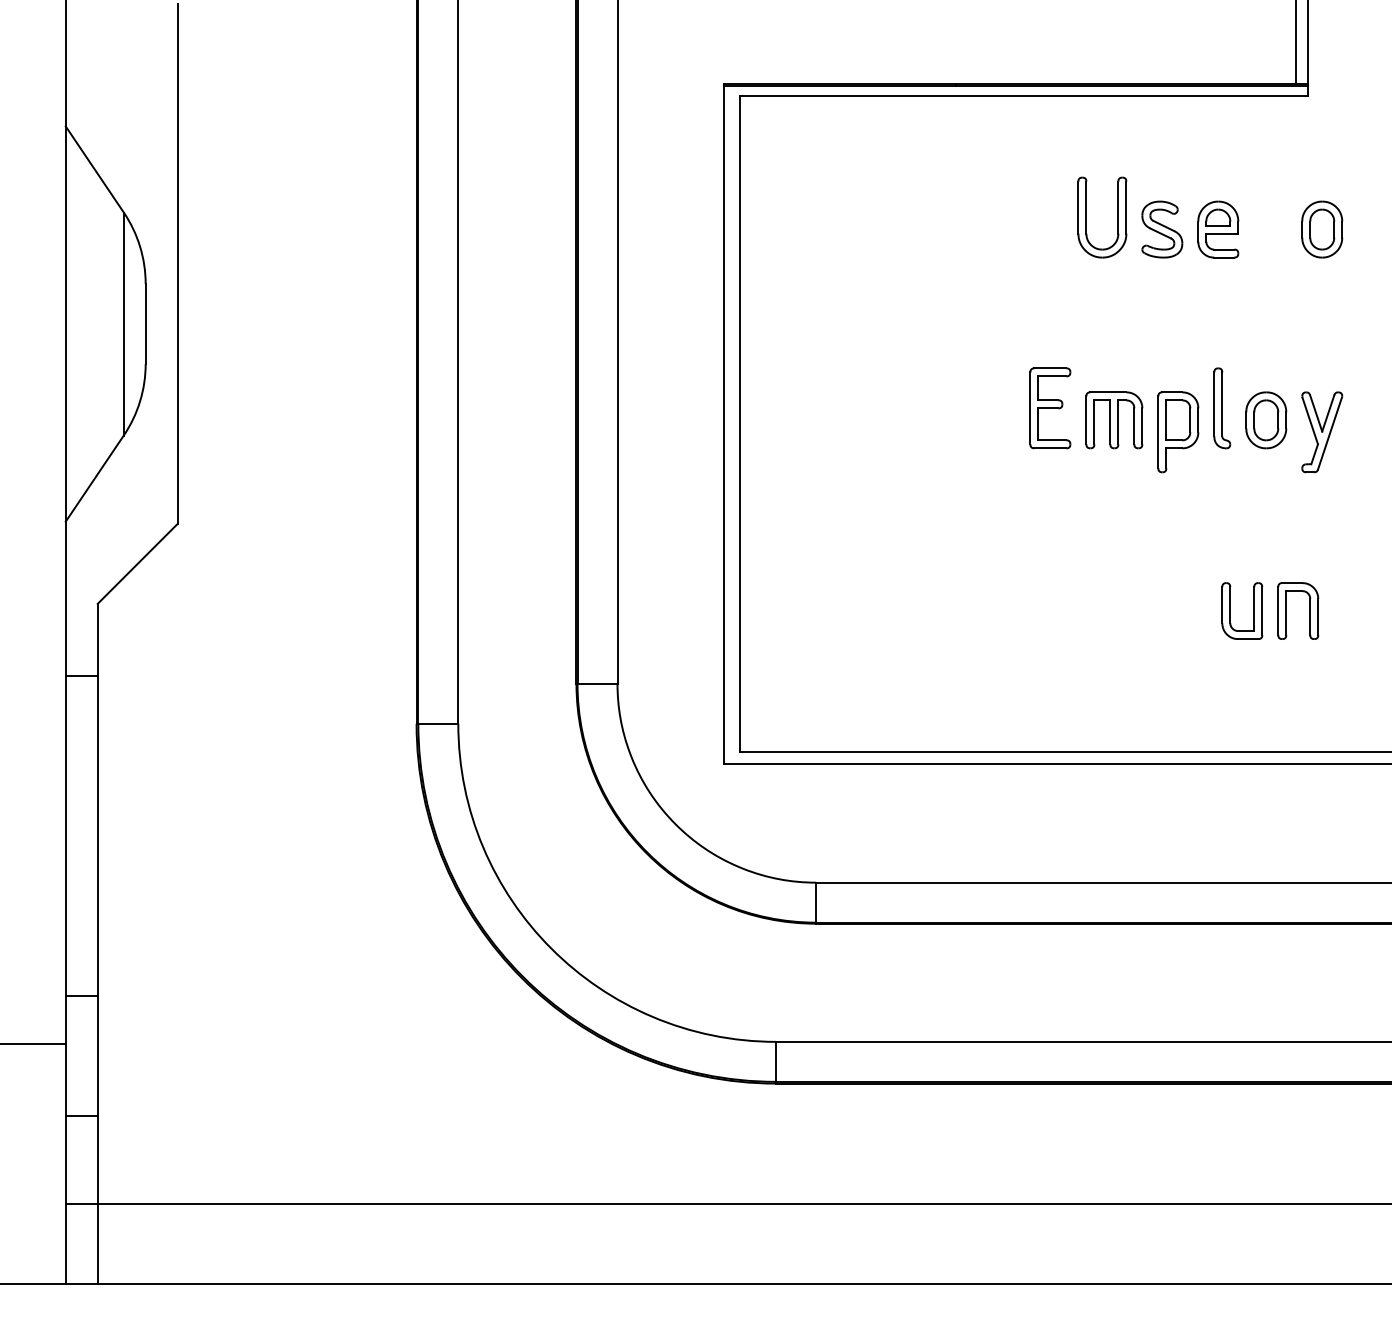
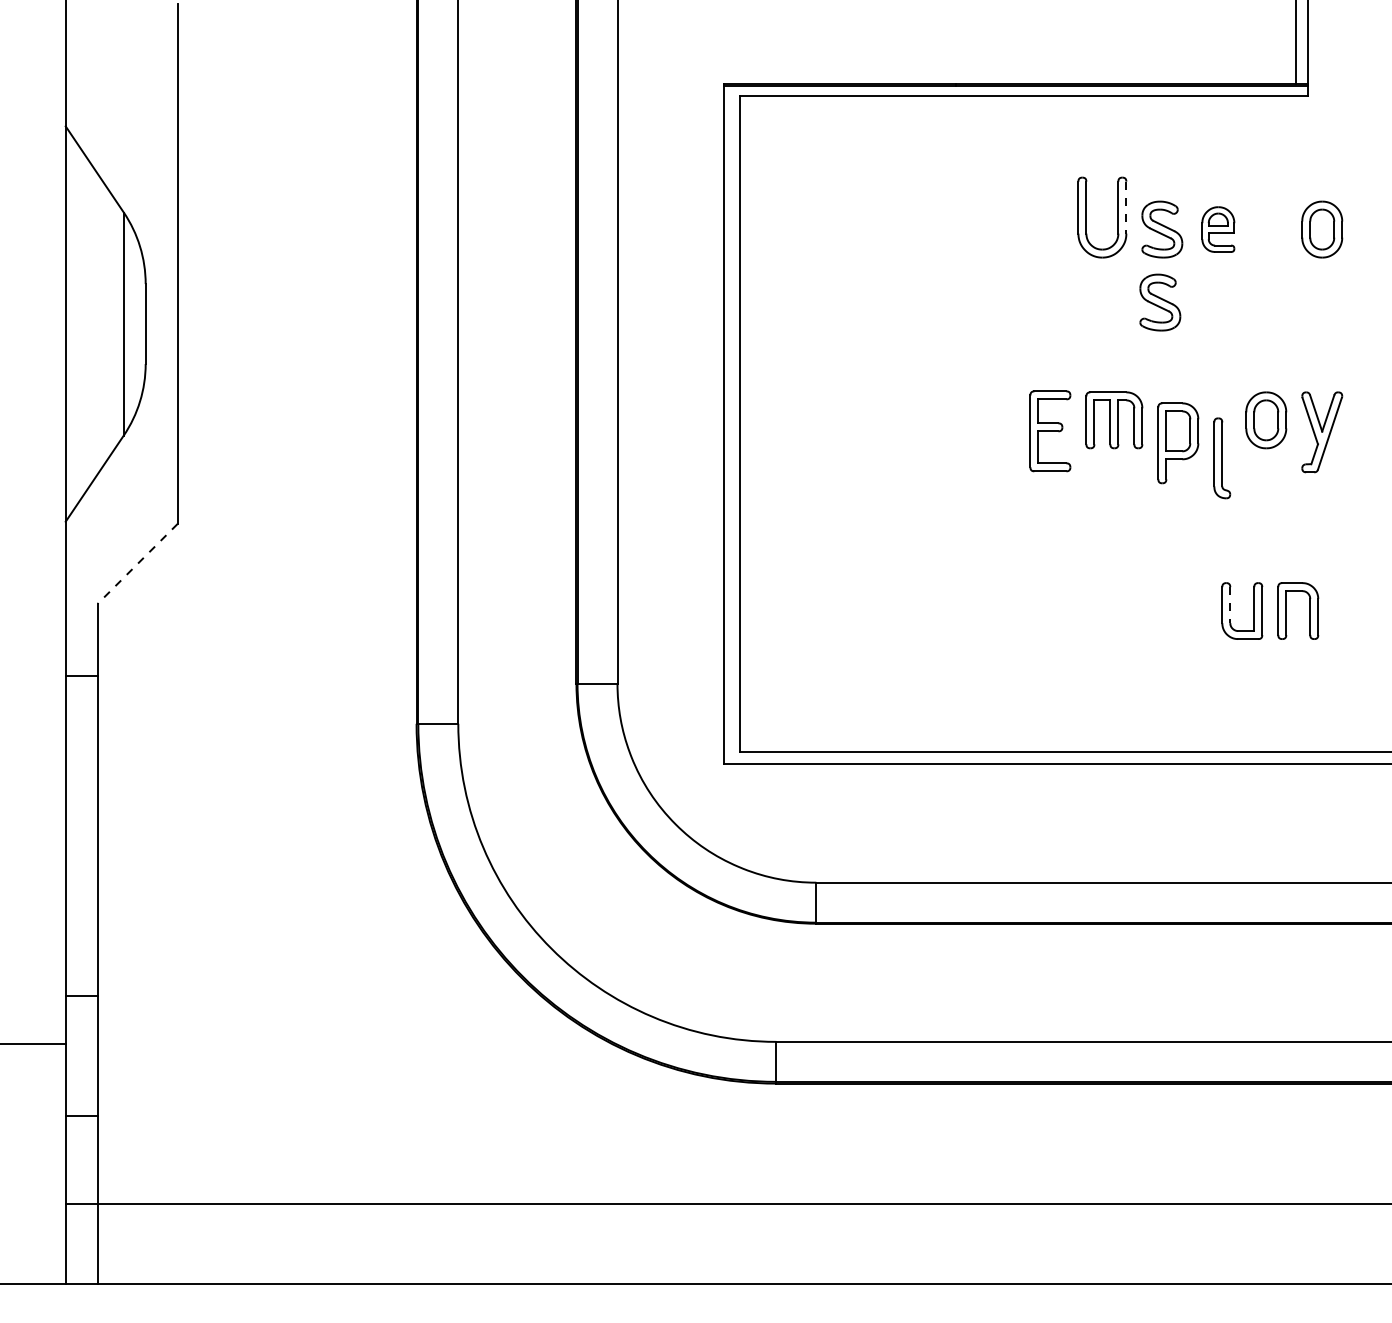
line at (1126, 207): solid -> dashed
part at (1218, 229) size: 43x59 px -> 35x47 px
part at (1160, 302): none -> present
part at (1050, 408) position: (1050, 408) -> (1050, 431)
part at (1222, 408) position: (1222, 408) -> (1222, 458)
part at (1178, 432) position: (1178, 432) -> (1178, 443)
line at (137, 563): solid -> dashed
line at (1230, 605): solid -> dashed
